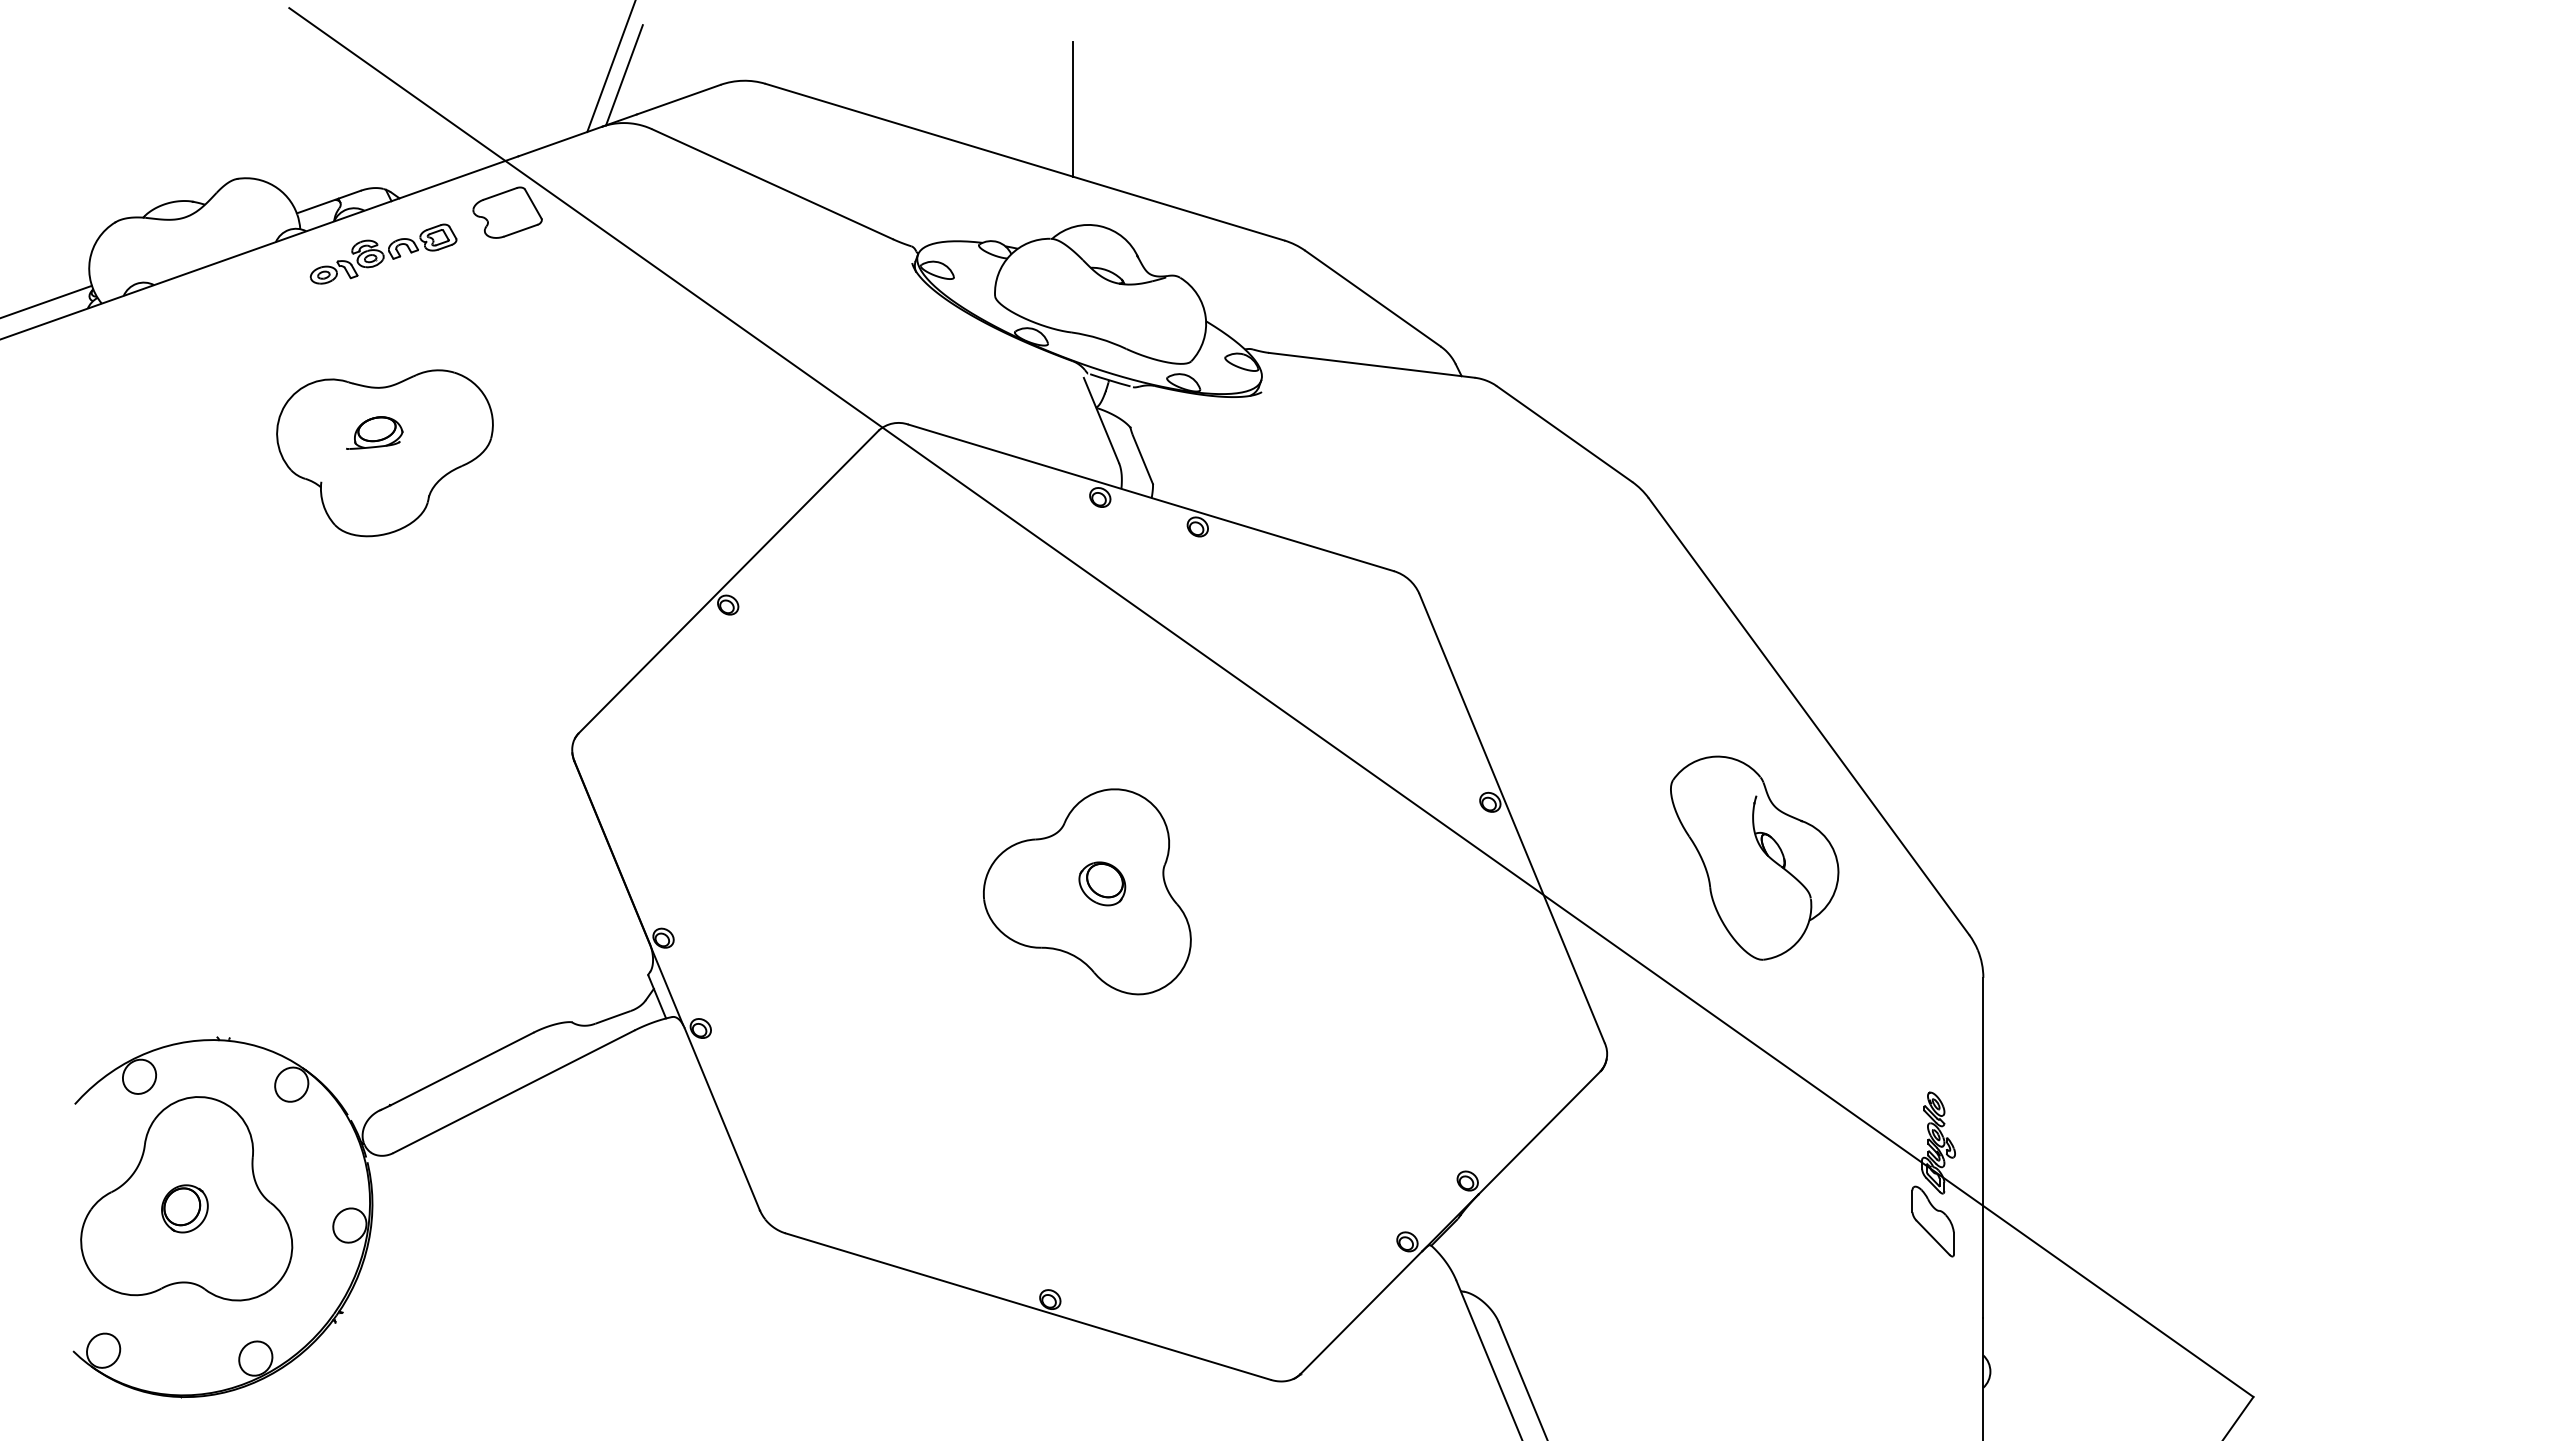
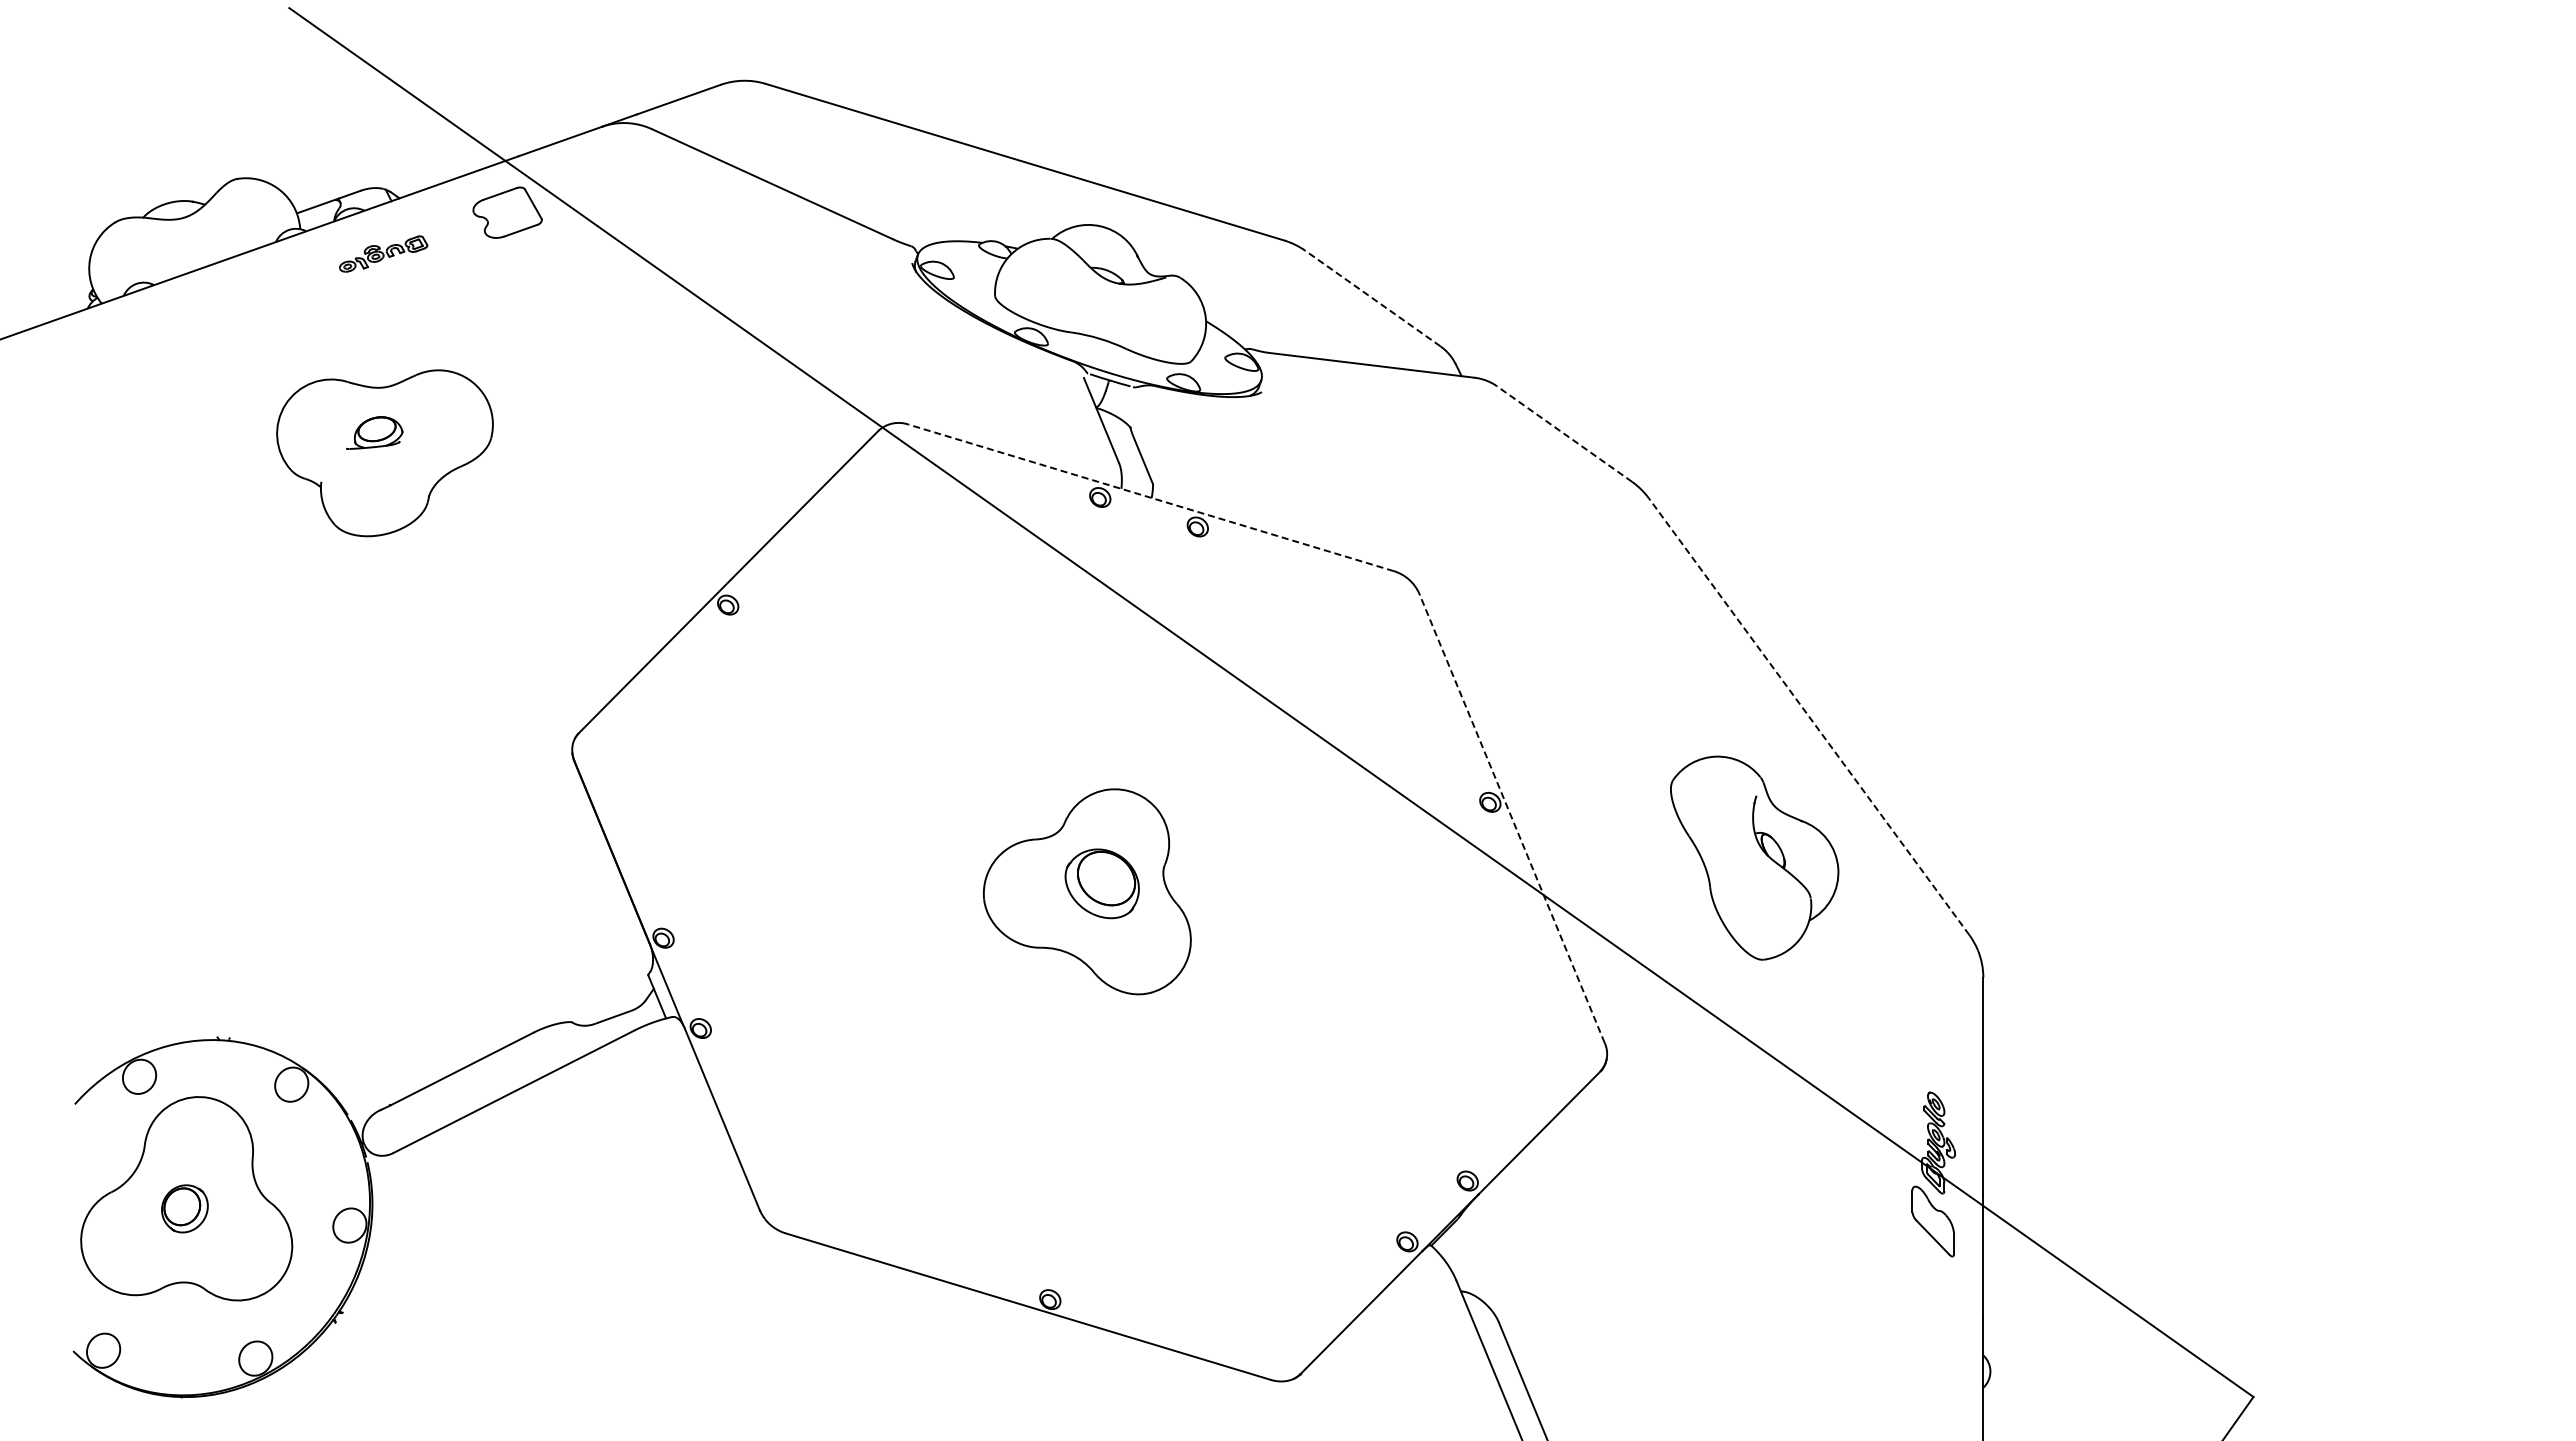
line at (610, 67): present -> none
line at (624, 75): present -> none
line at (1073, 109): present -> none
part at (383, 253) size: 149x62 px -> 90x38 px
line at (1372, 298): solid -> dashed
line at (46, 301): present -> none
line at (1564, 434): solid -> dashed
line at (1150, 497): solid -> dashed
line at (1809, 716): solid -> dashed
line at (1512, 818): solid -> dashed
part at (1102, 883) size: 49x46 px -> 76x72 px
